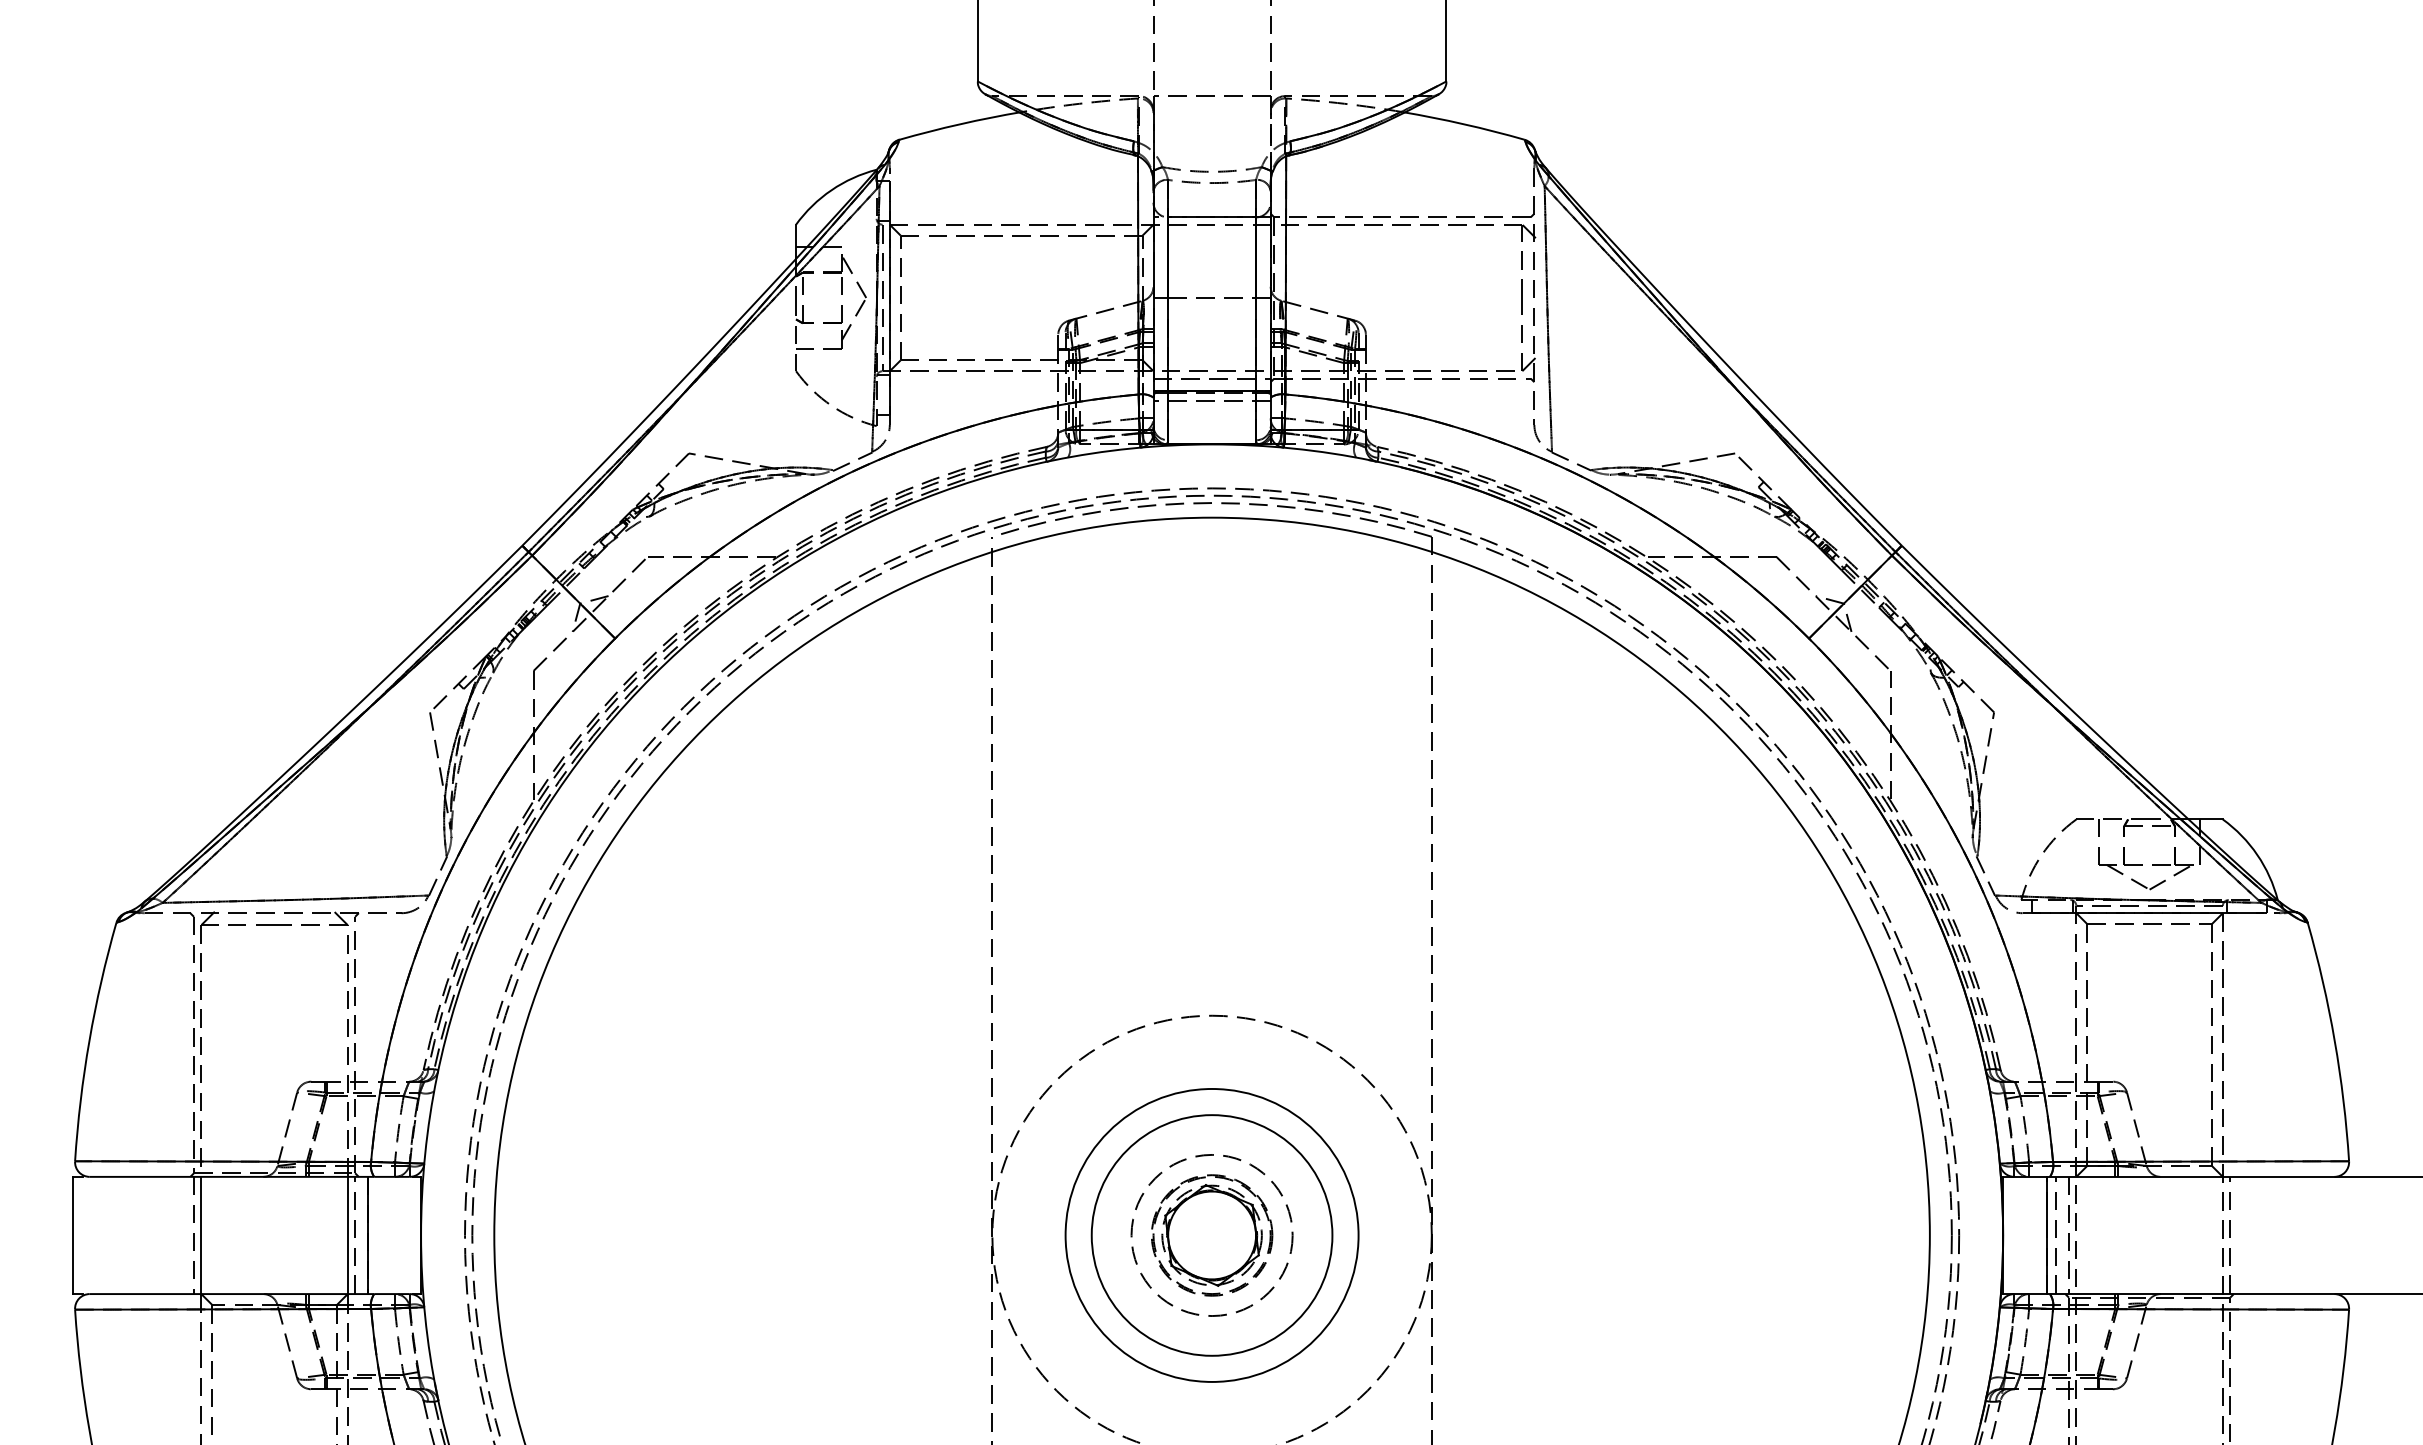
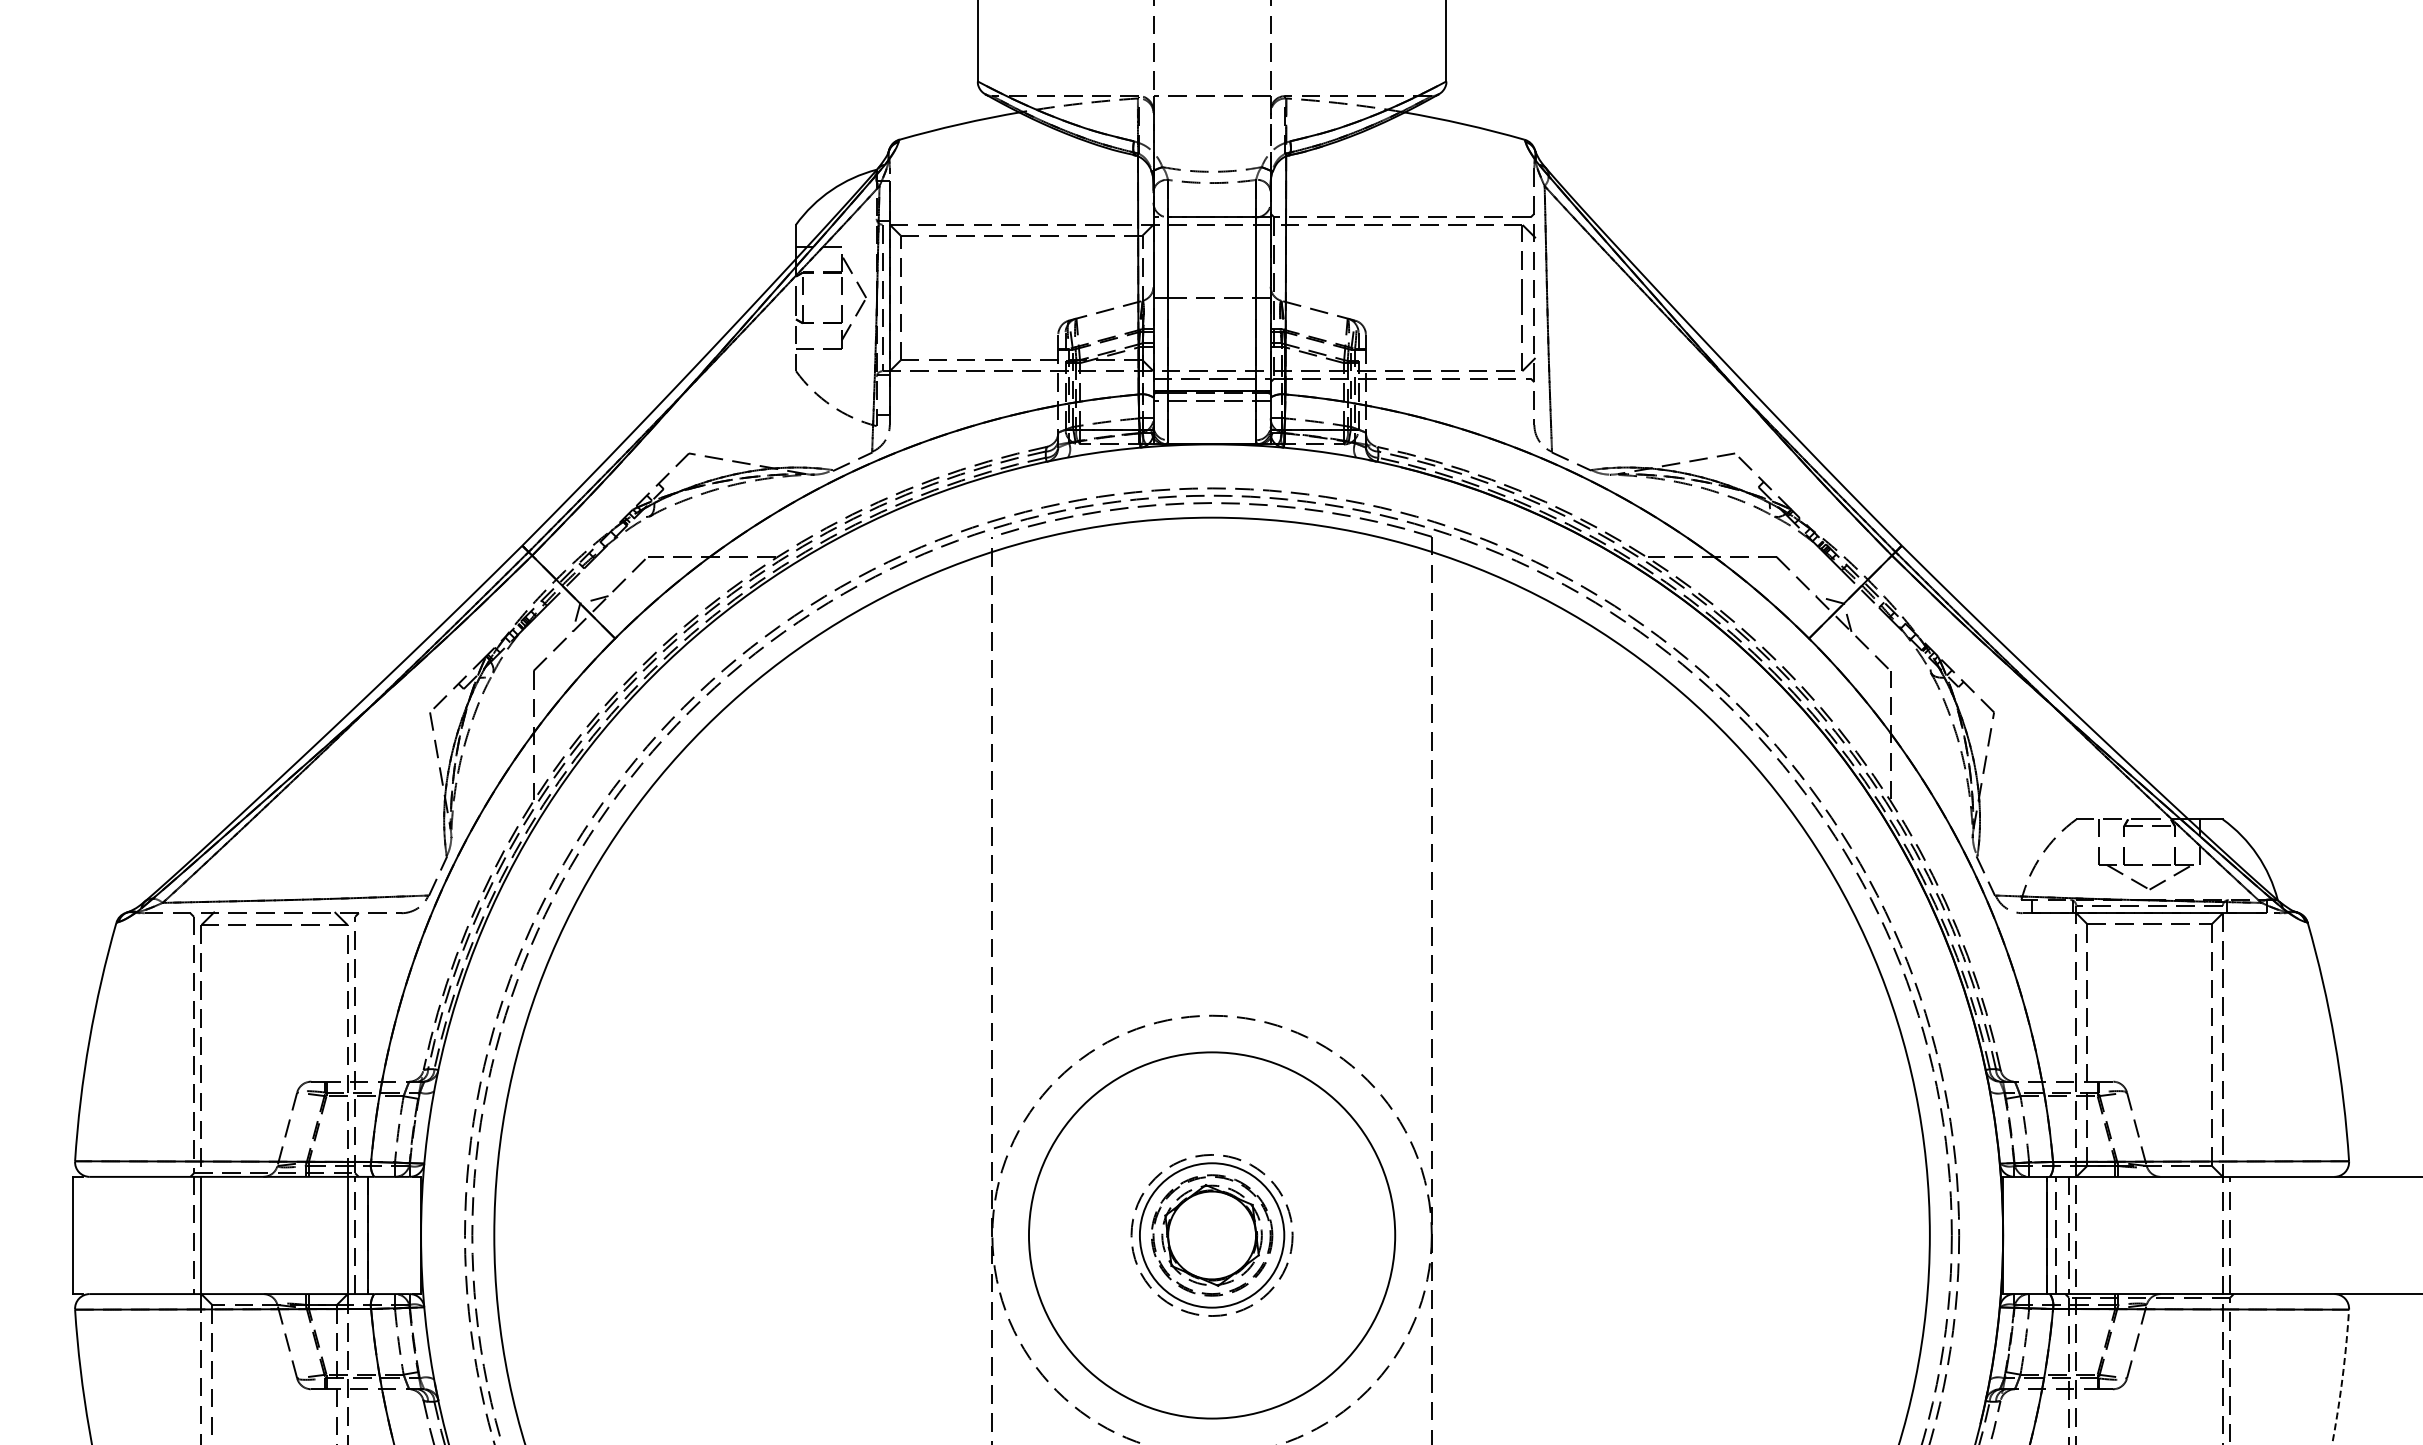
circle at (1211, 1234) diameter: 293 px -> 366 px
circle at (1211, 1235) diameter: 241 px -> 144 px
arc at (2342, 1376): solid -> dashed
